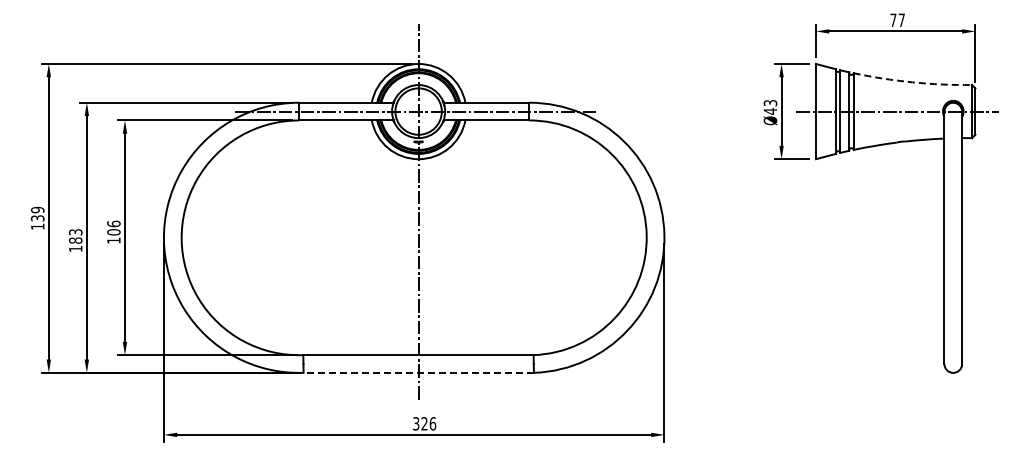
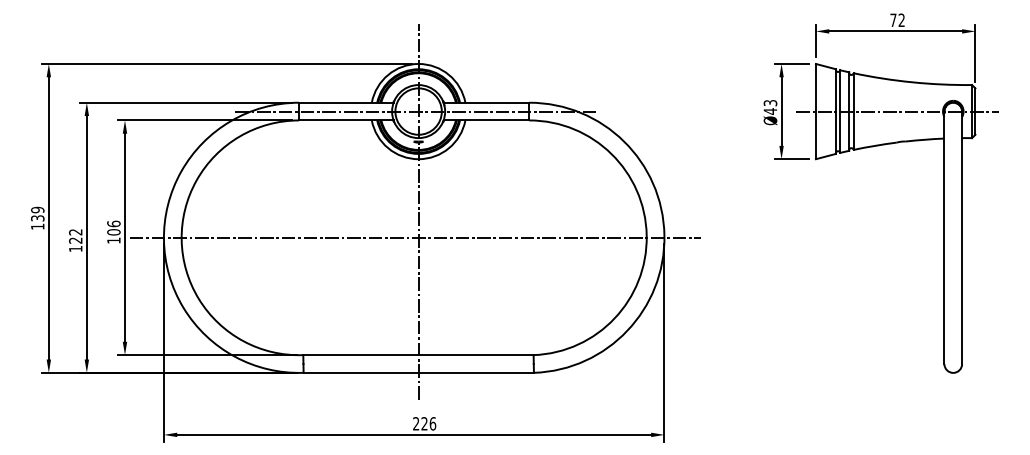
text at (901, 19): 77 -> 72
arc at (912, 82): dashed -> solid
text at (75, 236): 183 -> 122
line at (415, 237): none -> present
line at (418, 372): dashed -> solid
text at (416, 423): 326 -> 226
